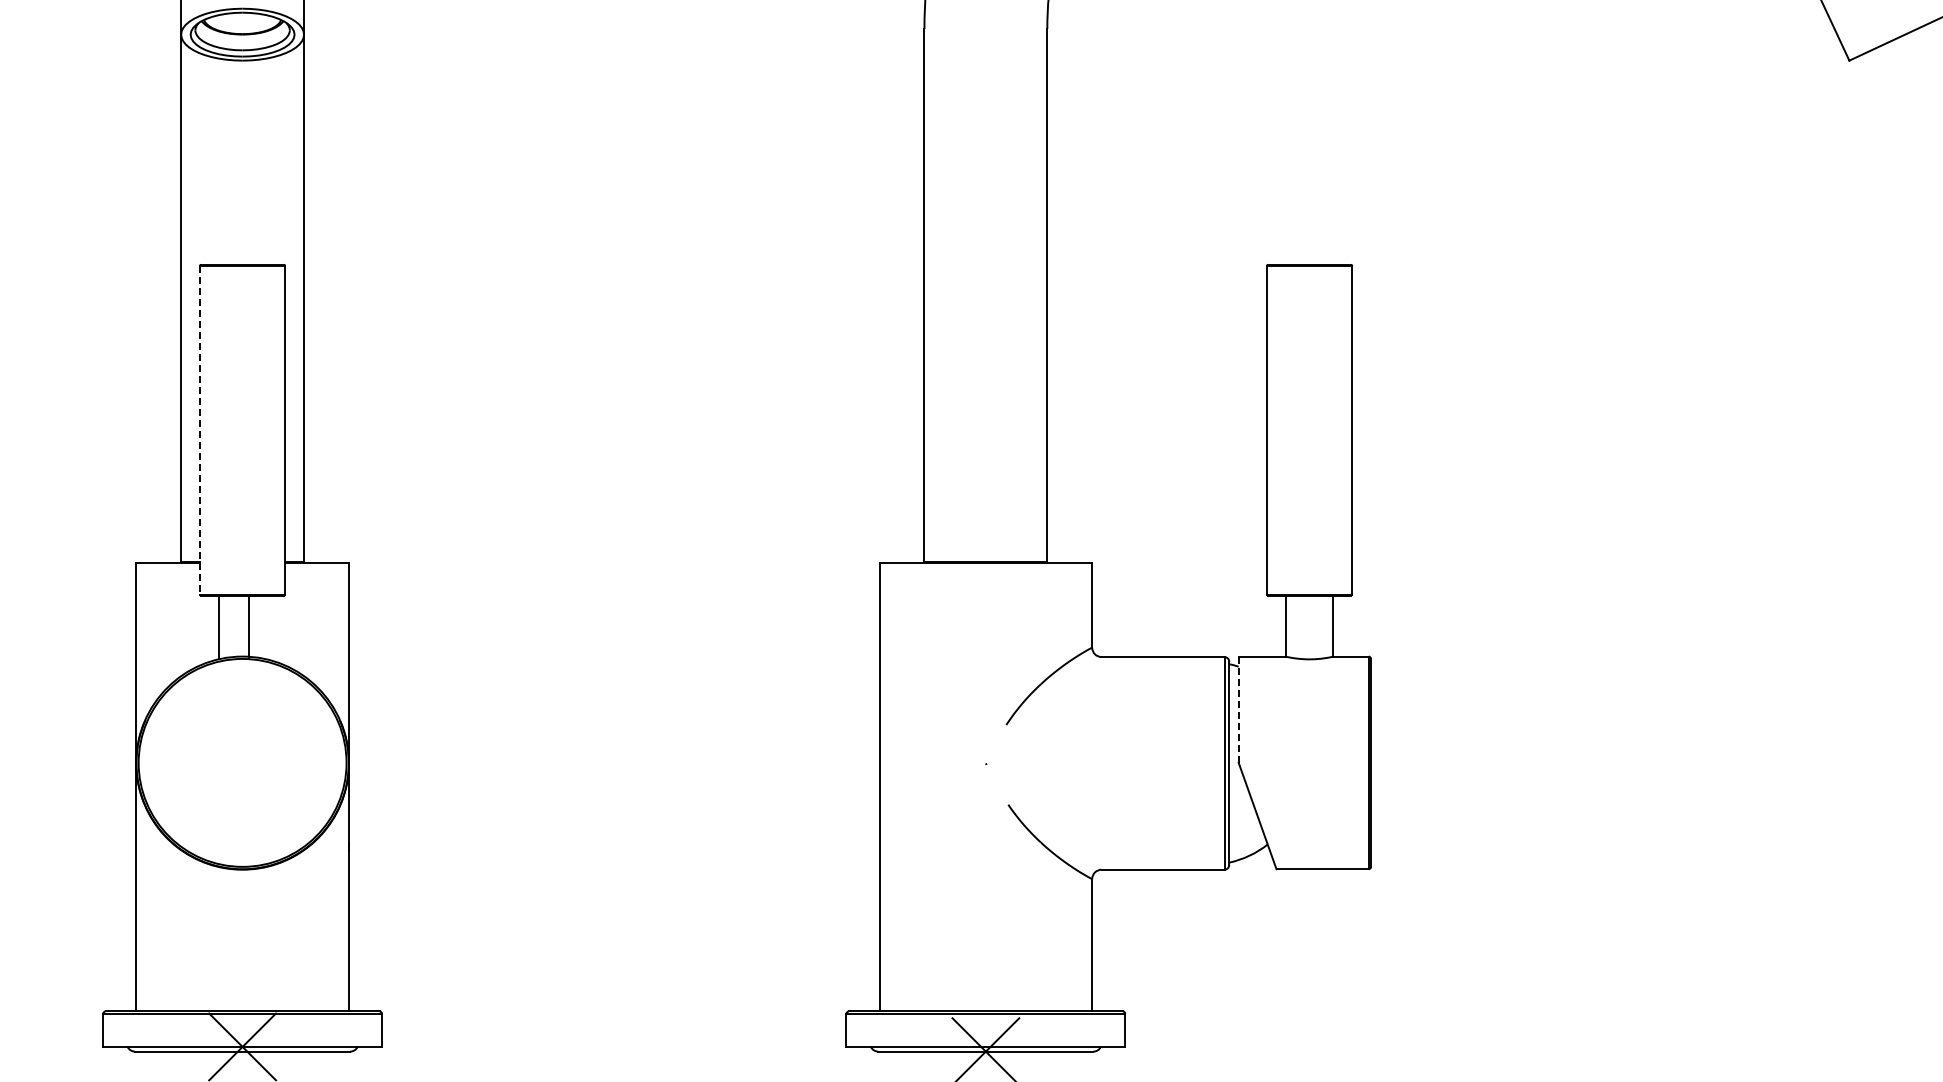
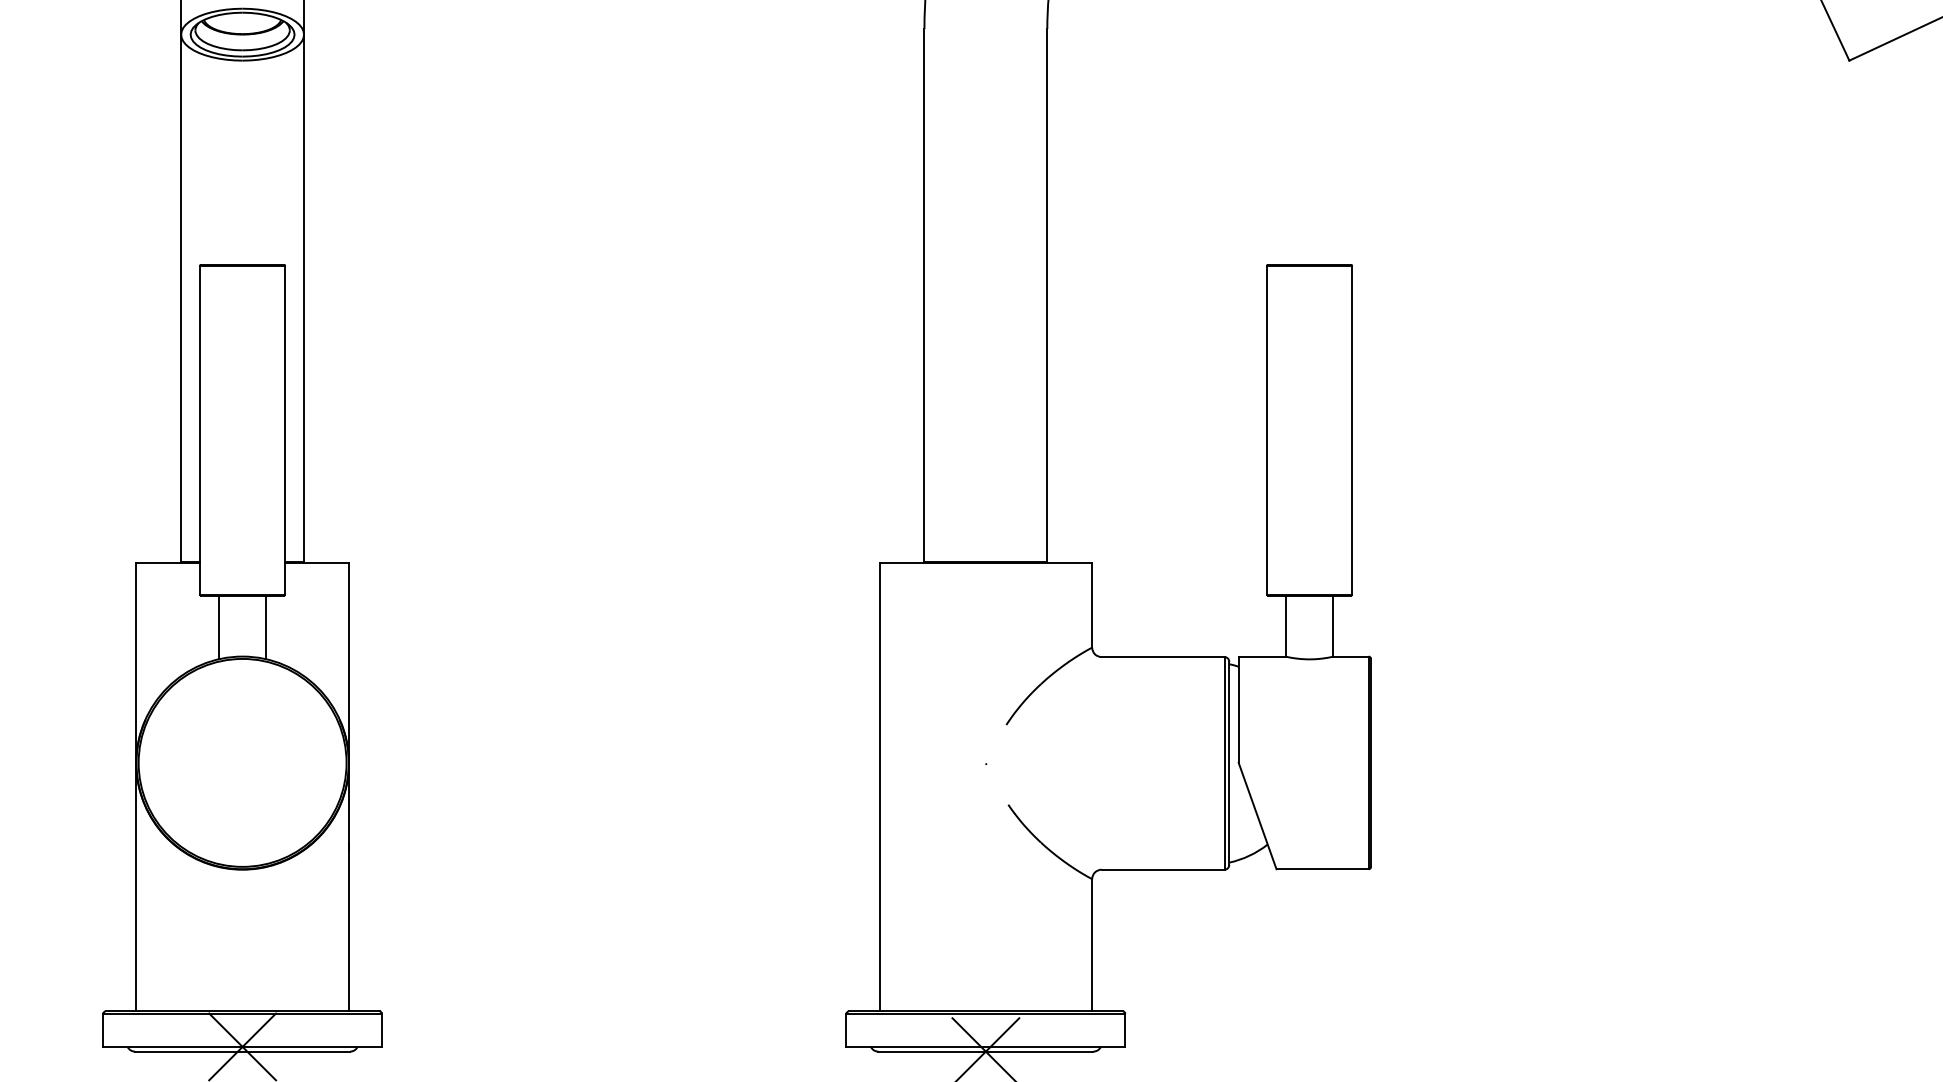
line at (200, 430): dashed -> solid
line at (249, 627) position: (249, 627) -> (266, 627)
line at (1238, 710): dashed -> solid
